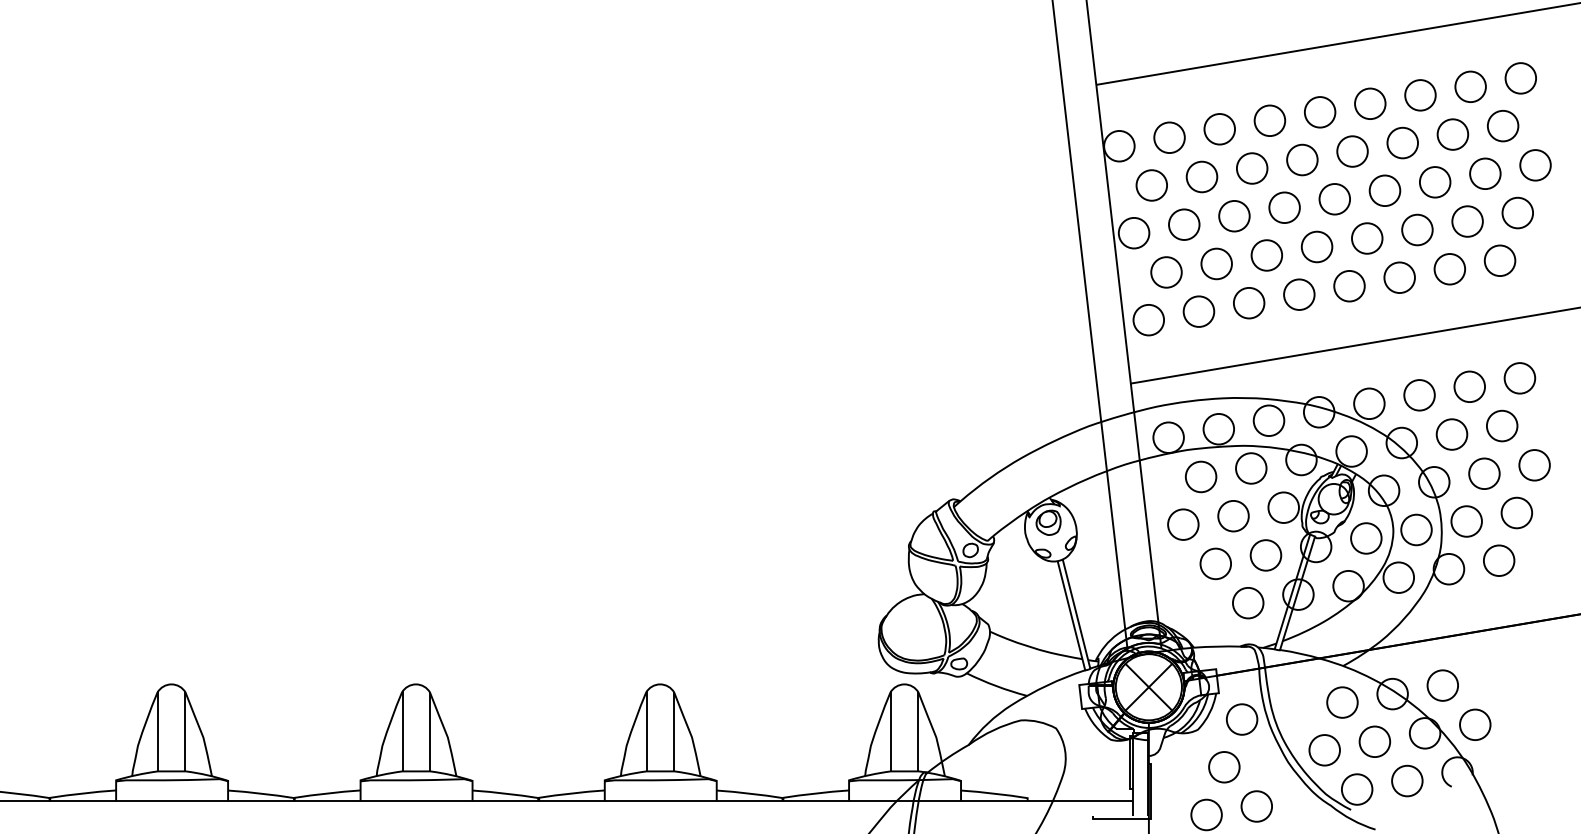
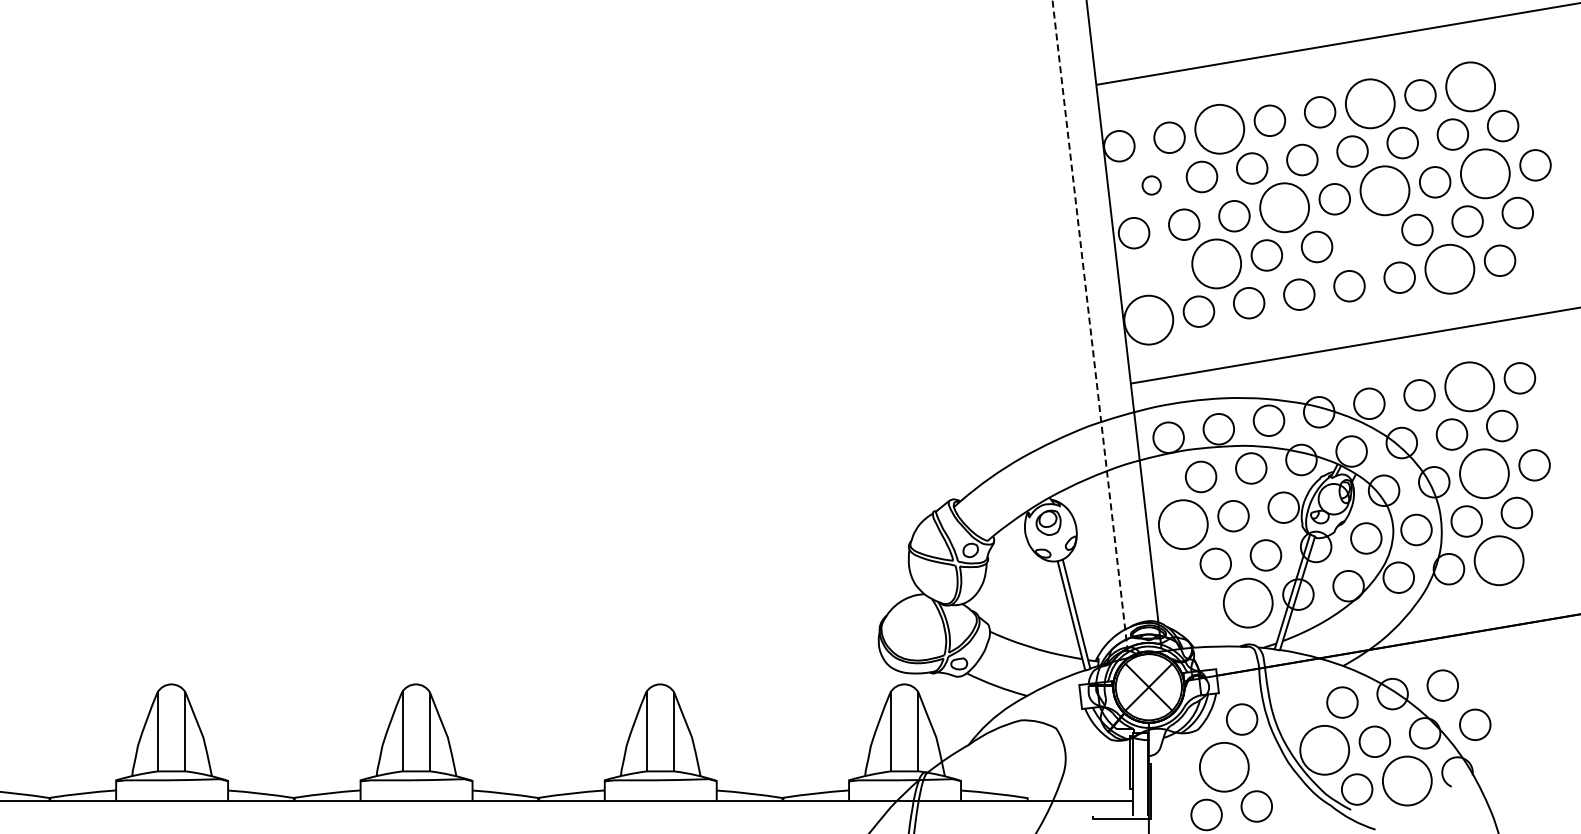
circle at (1520, 78): present -> none
circle at (1470, 86) diameter: 31 px -> 49 px
circle at (1370, 103) diameter: 31 px -> 49 px
circle at (1219, 129) diameter: 31 px -> 49 px
circle at (1485, 173) diameter: 31 px -> 49 px
circle at (1151, 185) size: 33x33 px -> 21x21 px
circle at (1384, 190) diameter: 31 px -> 49 px
circle at (1284, 207) diameter: 31 px -> 49 px
circle at (1367, 238): present -> none
circle at (1216, 263) diameter: 31 px -> 49 px
circle at (1449, 269) diameter: 31 px -> 49 px
circle at (1166, 272): present -> none
circle at (1148, 319) diameter: 31 px -> 49 px
line at (1090, 326): solid -> dashed
circle at (1469, 386) diameter: 31 px -> 49 px
circle at (1484, 473) diameter: 31 px -> 49 px
circle at (1183, 524) diameter: 31 px -> 49 px
circle at (1498, 560) diameter: 31 px -> 49 px
circle at (1247, 602) diameter: 31 px -> 49 px
circle at (1324, 750) diameter: 31 px -> 49 px
circle at (1224, 767) diameter: 31 px -> 49 px
circle at (1407, 780) diameter: 31 px -> 49 px
